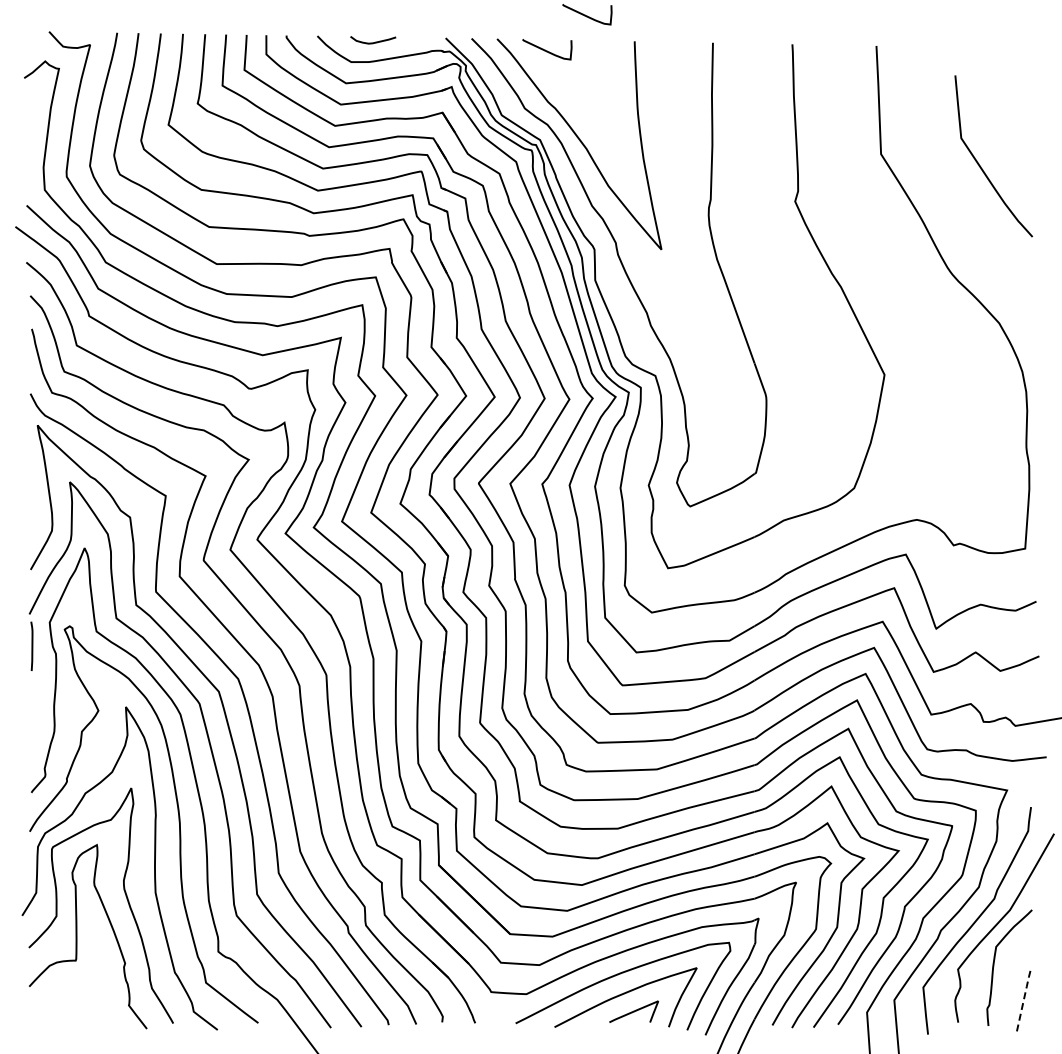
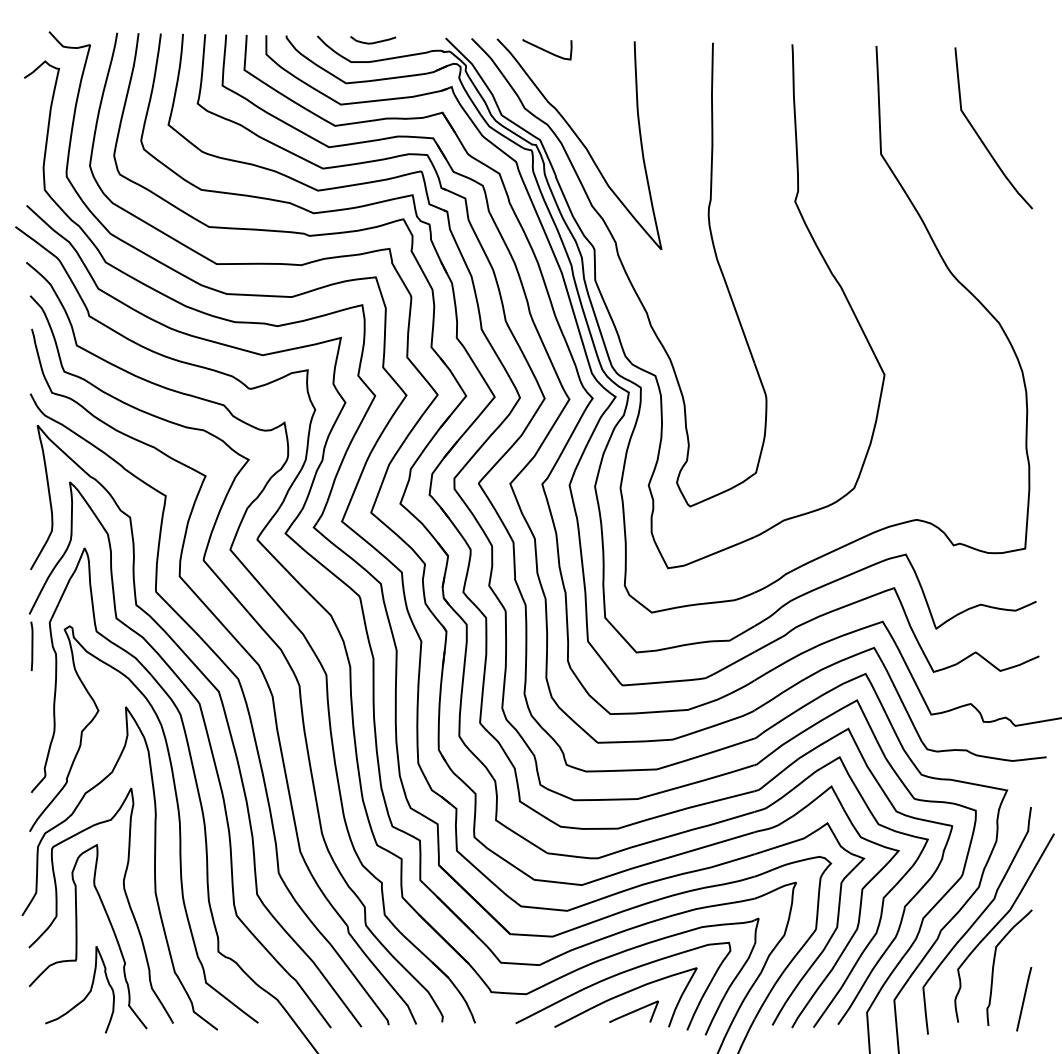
curve at (587, 15): present -> none
curve at (981, 166) position: (981, 166) -> (981, 138)
curve at (86, 994): none -> present
line at (1024, 997): dashed -> solid
